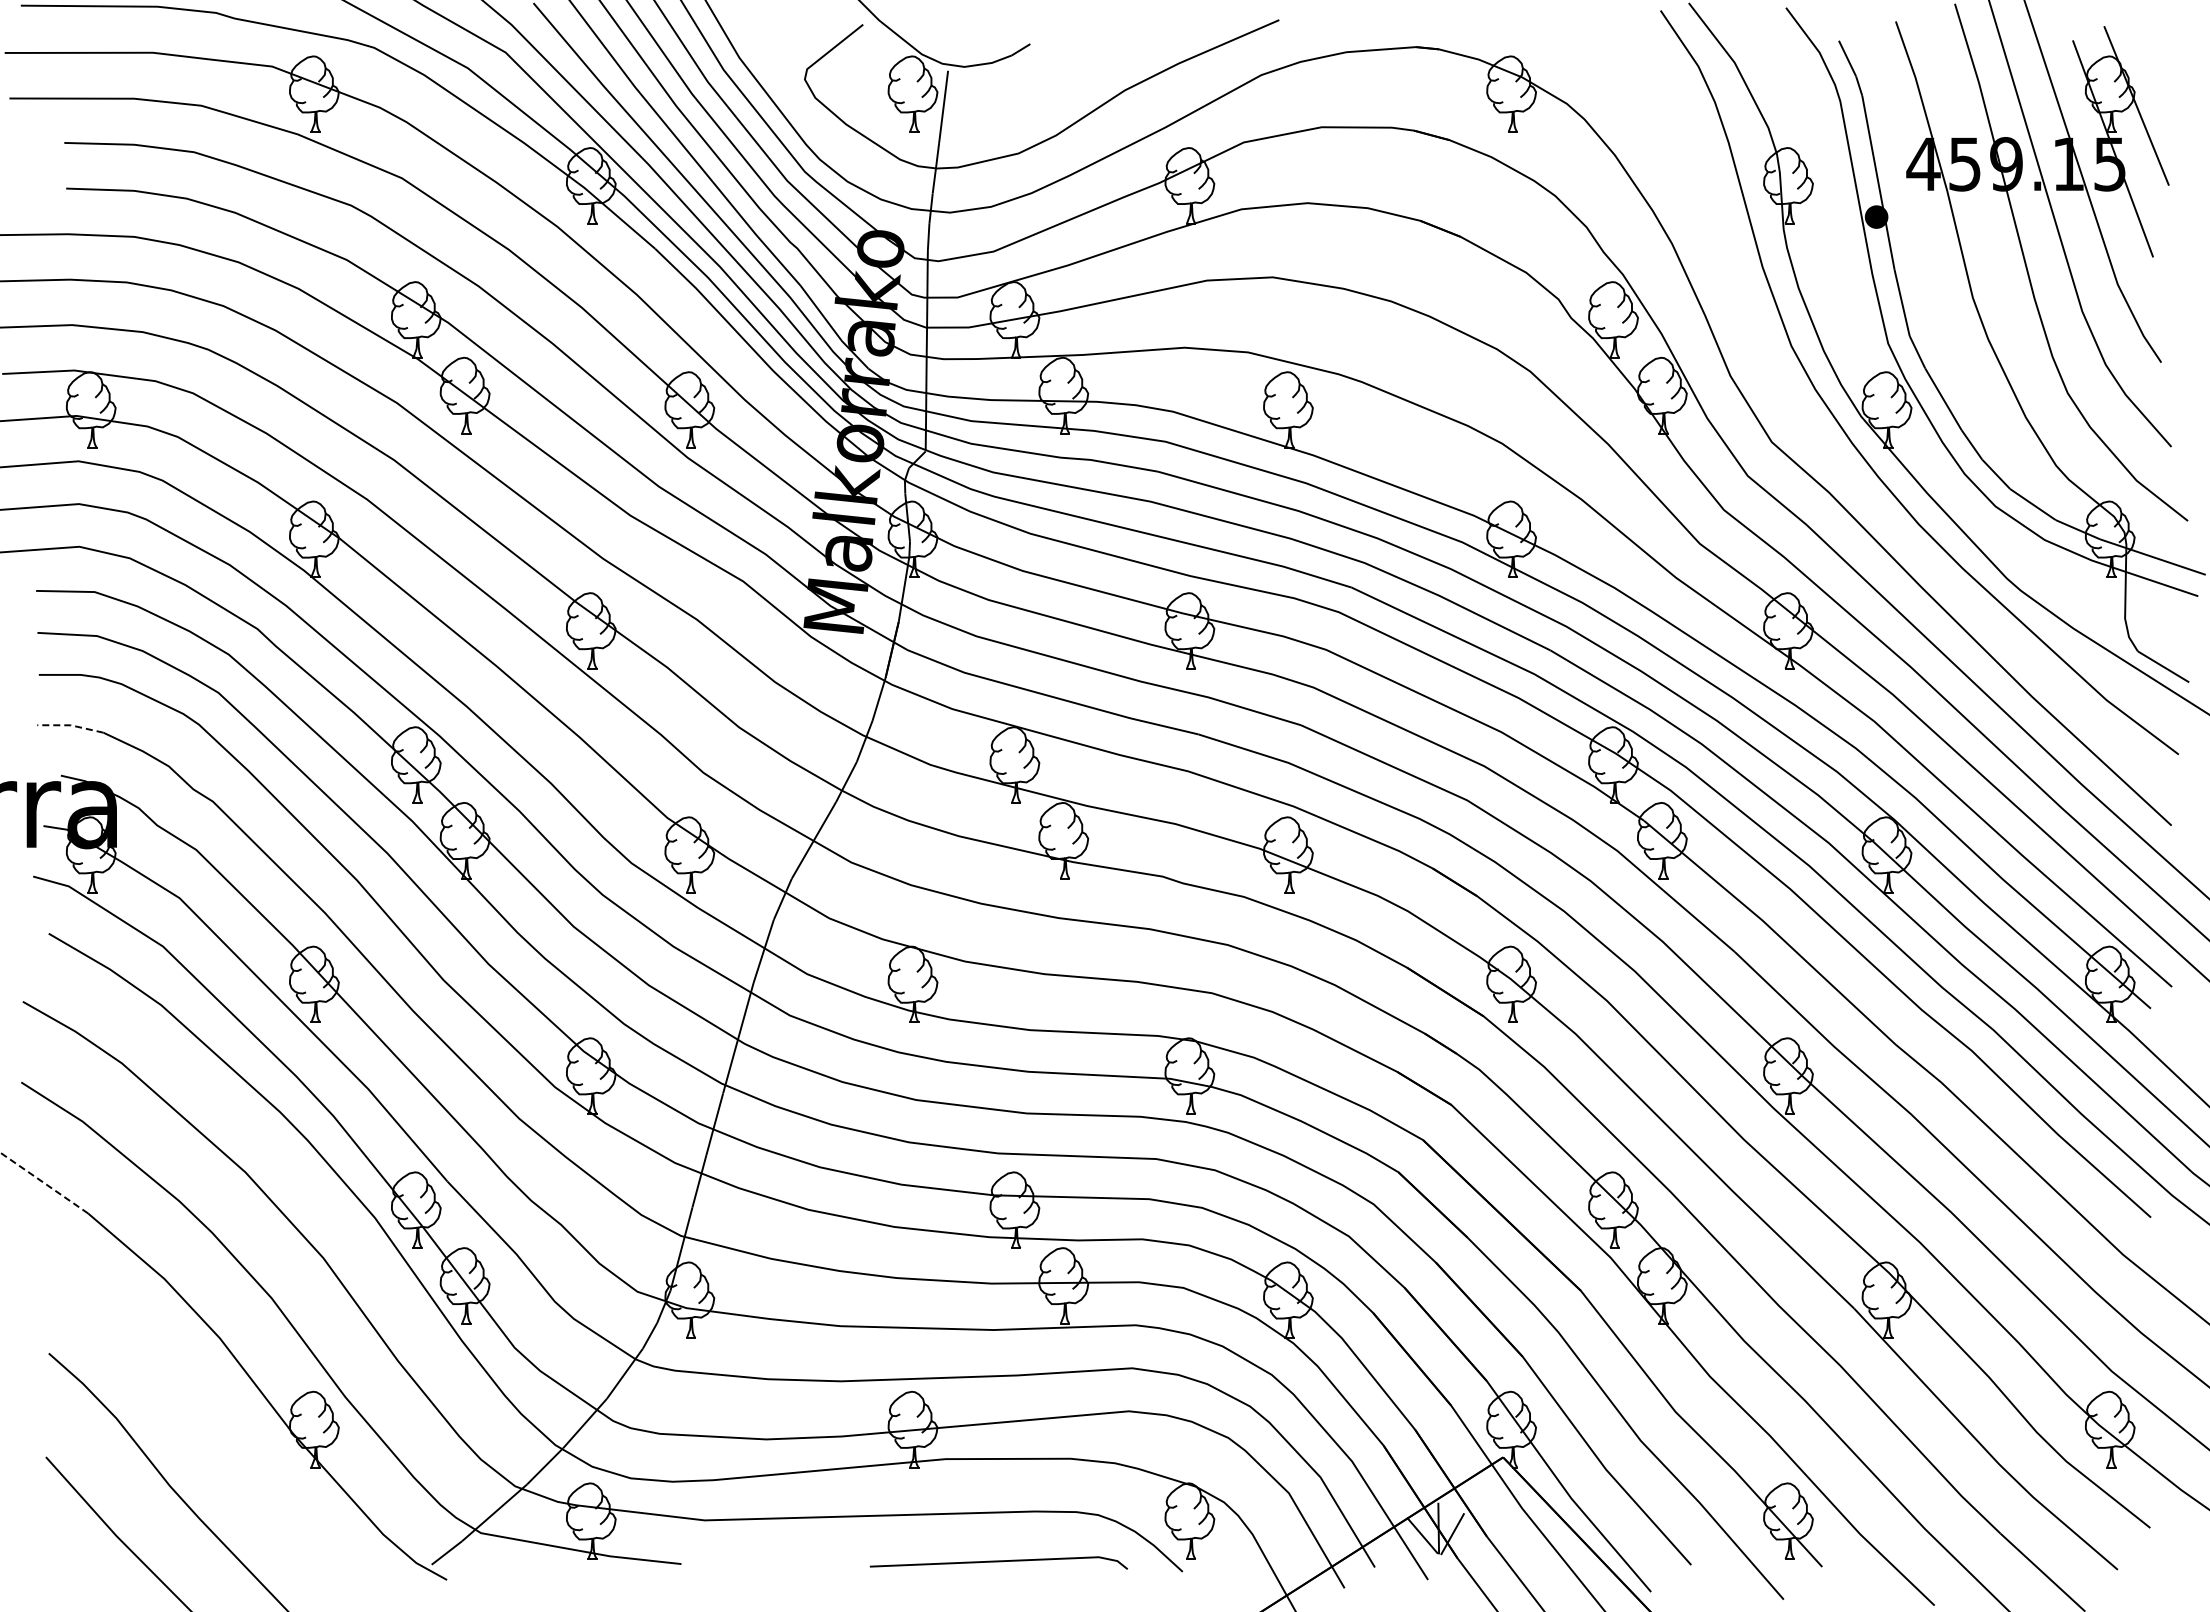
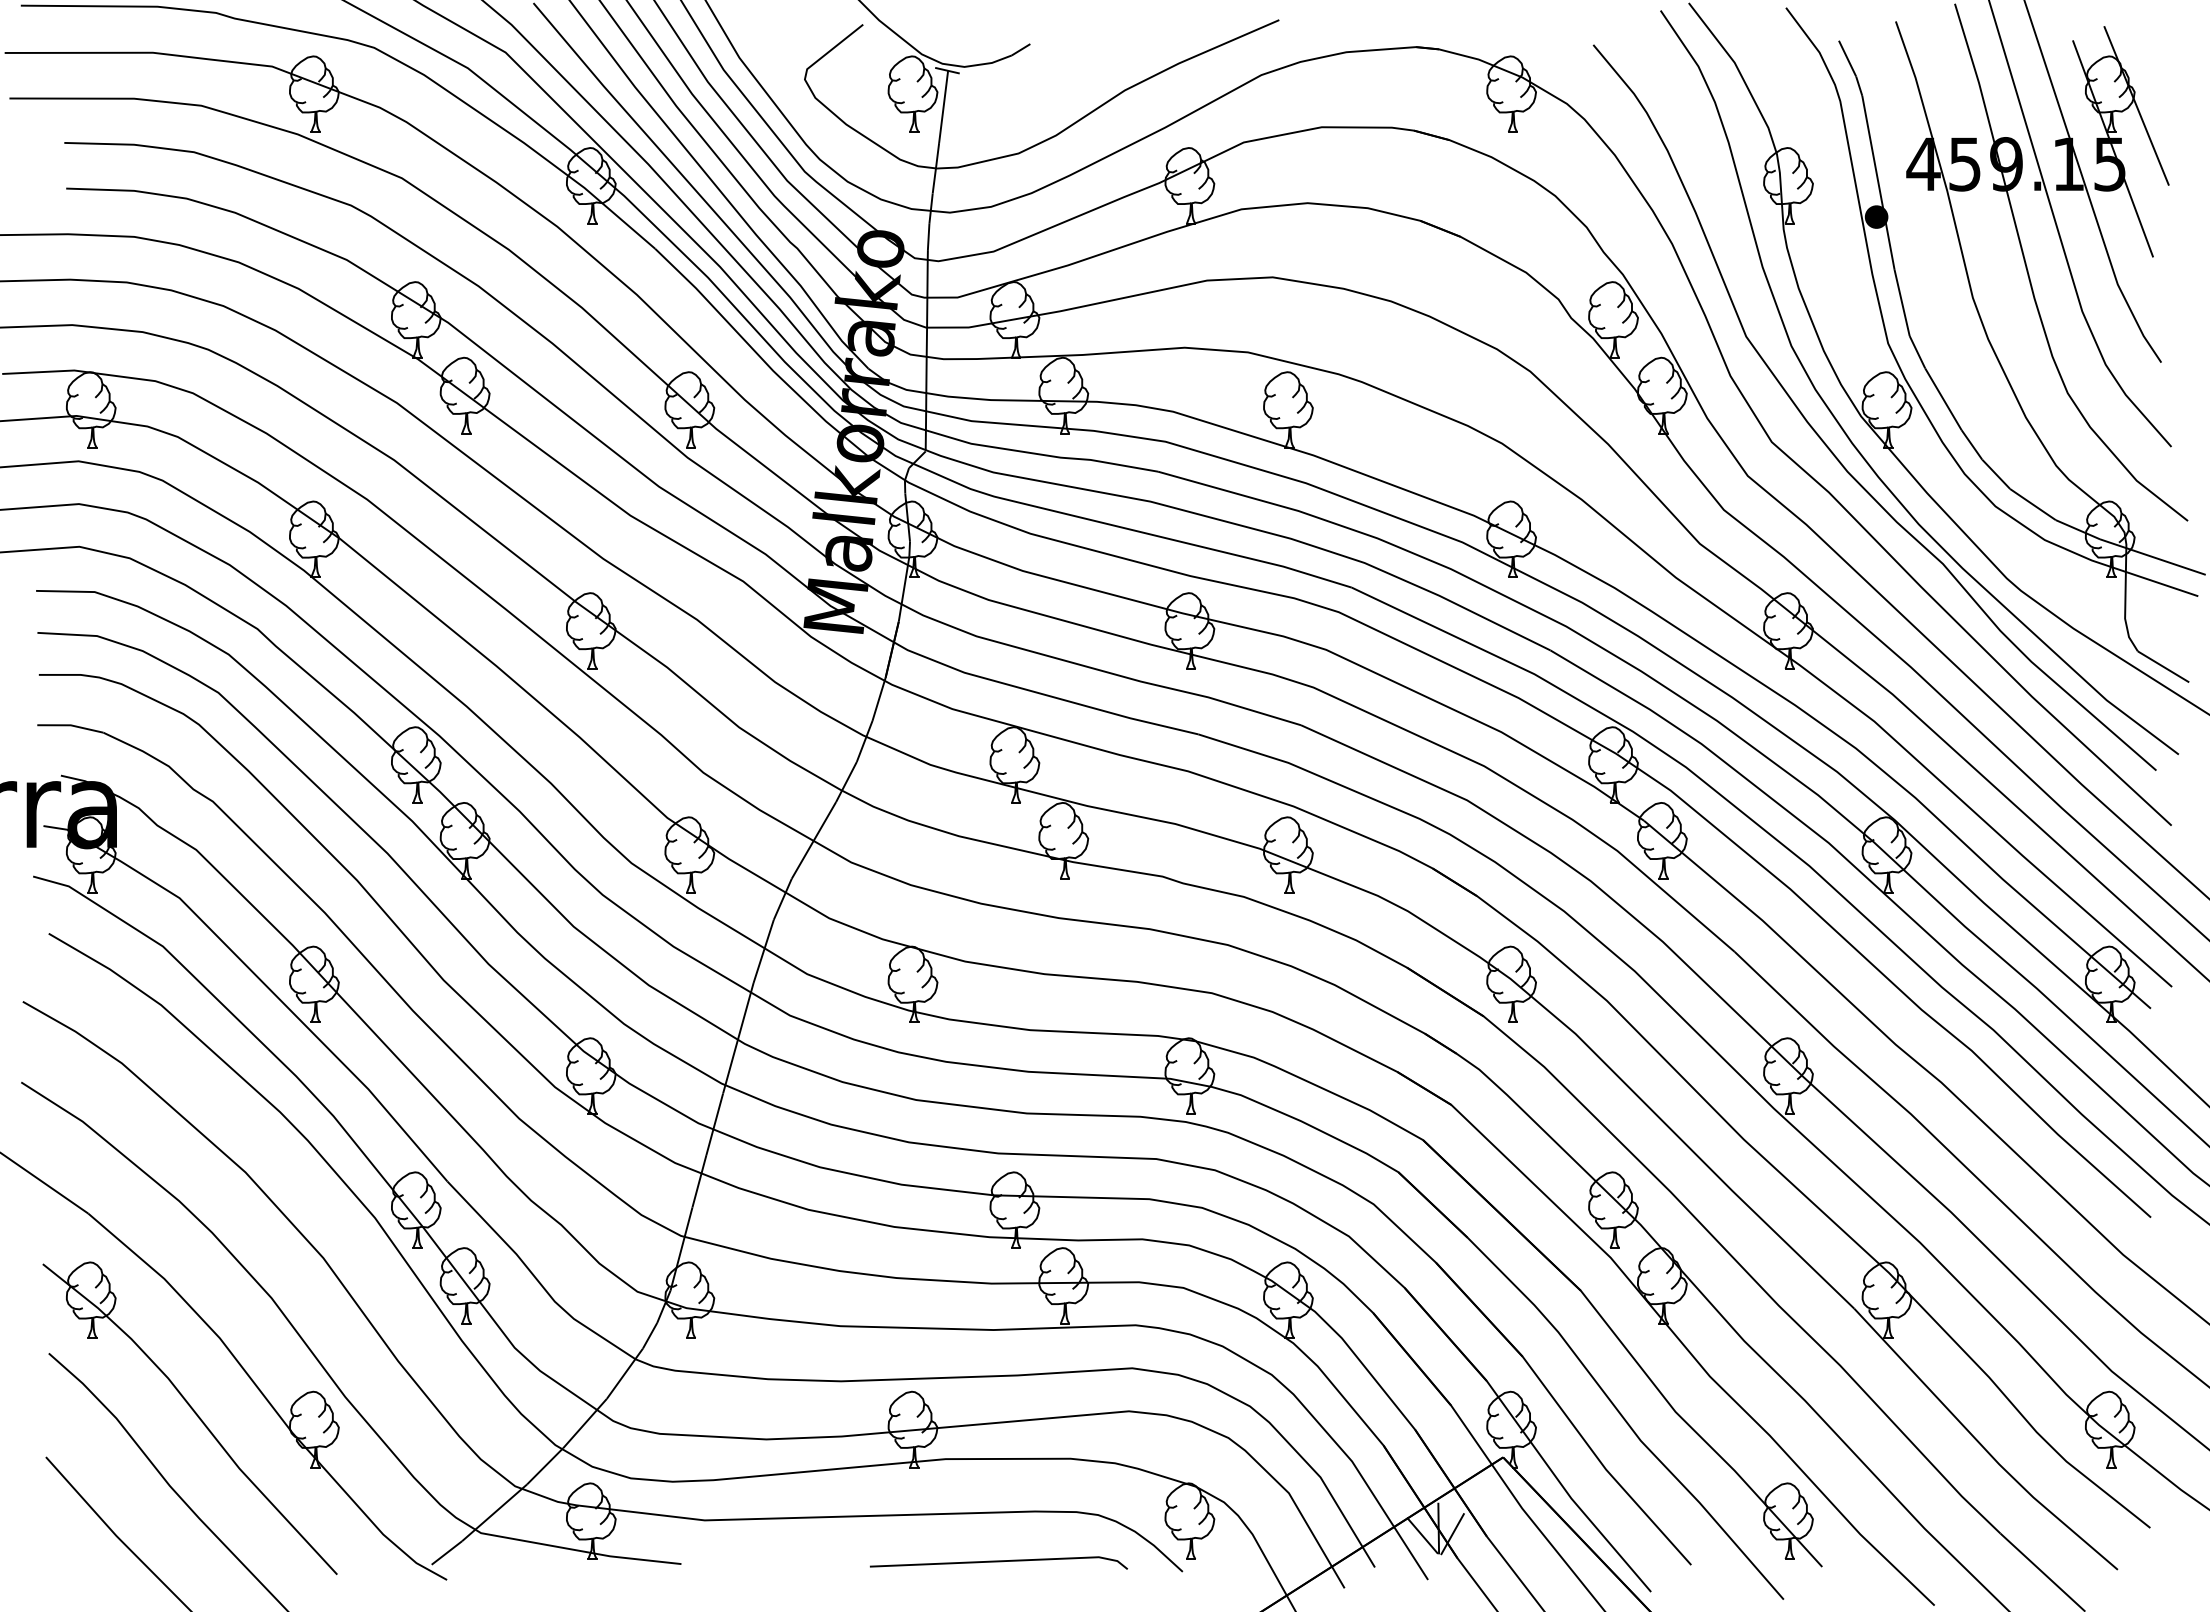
line at (947, 70): none -> present
curve at (1829, 447): none -> present
line at (70, 725): dashed -> solid
line at (43, 1182): dashed -> solid
part at (193, 1412): none -> present
